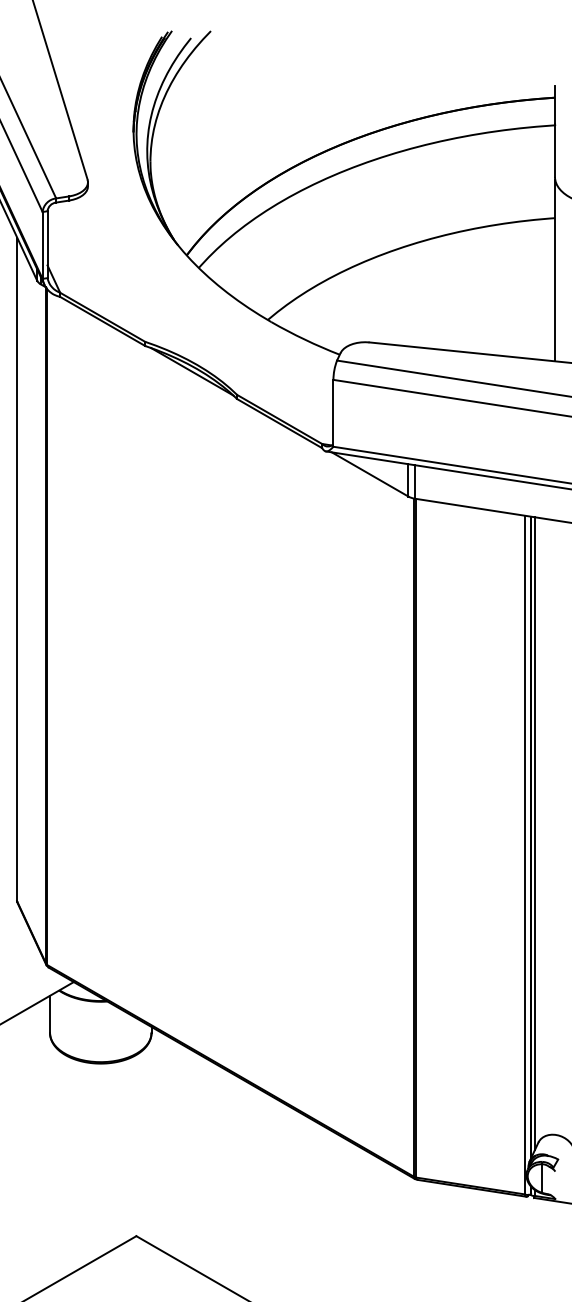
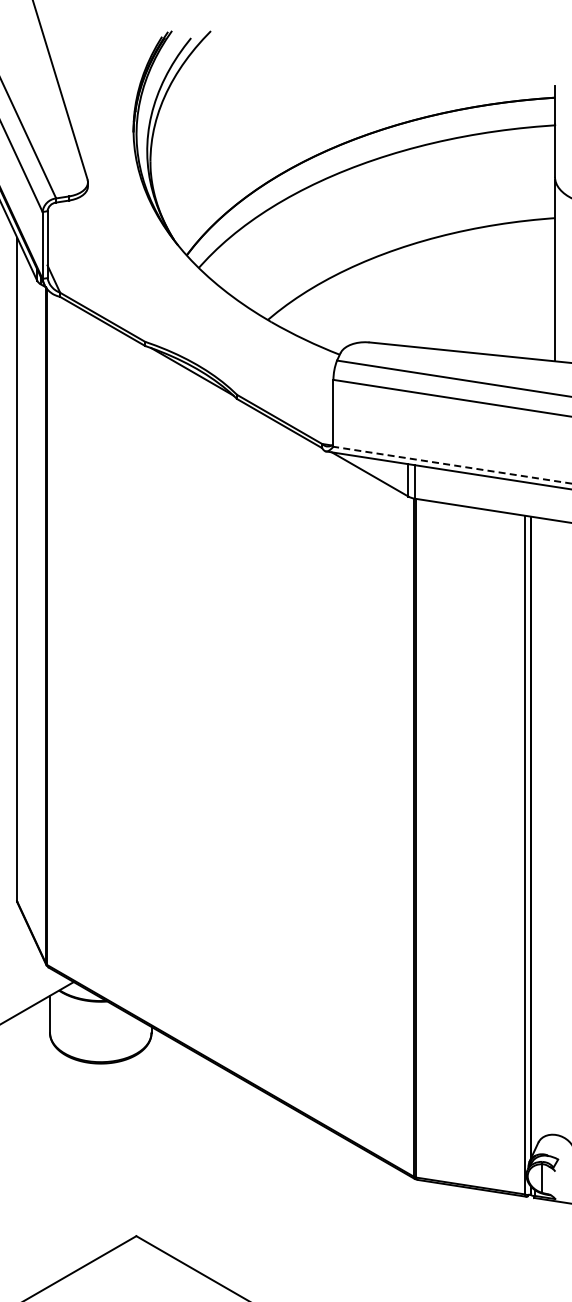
line at (451, 465): solid -> dashed
line at (534, 833): present -> none
